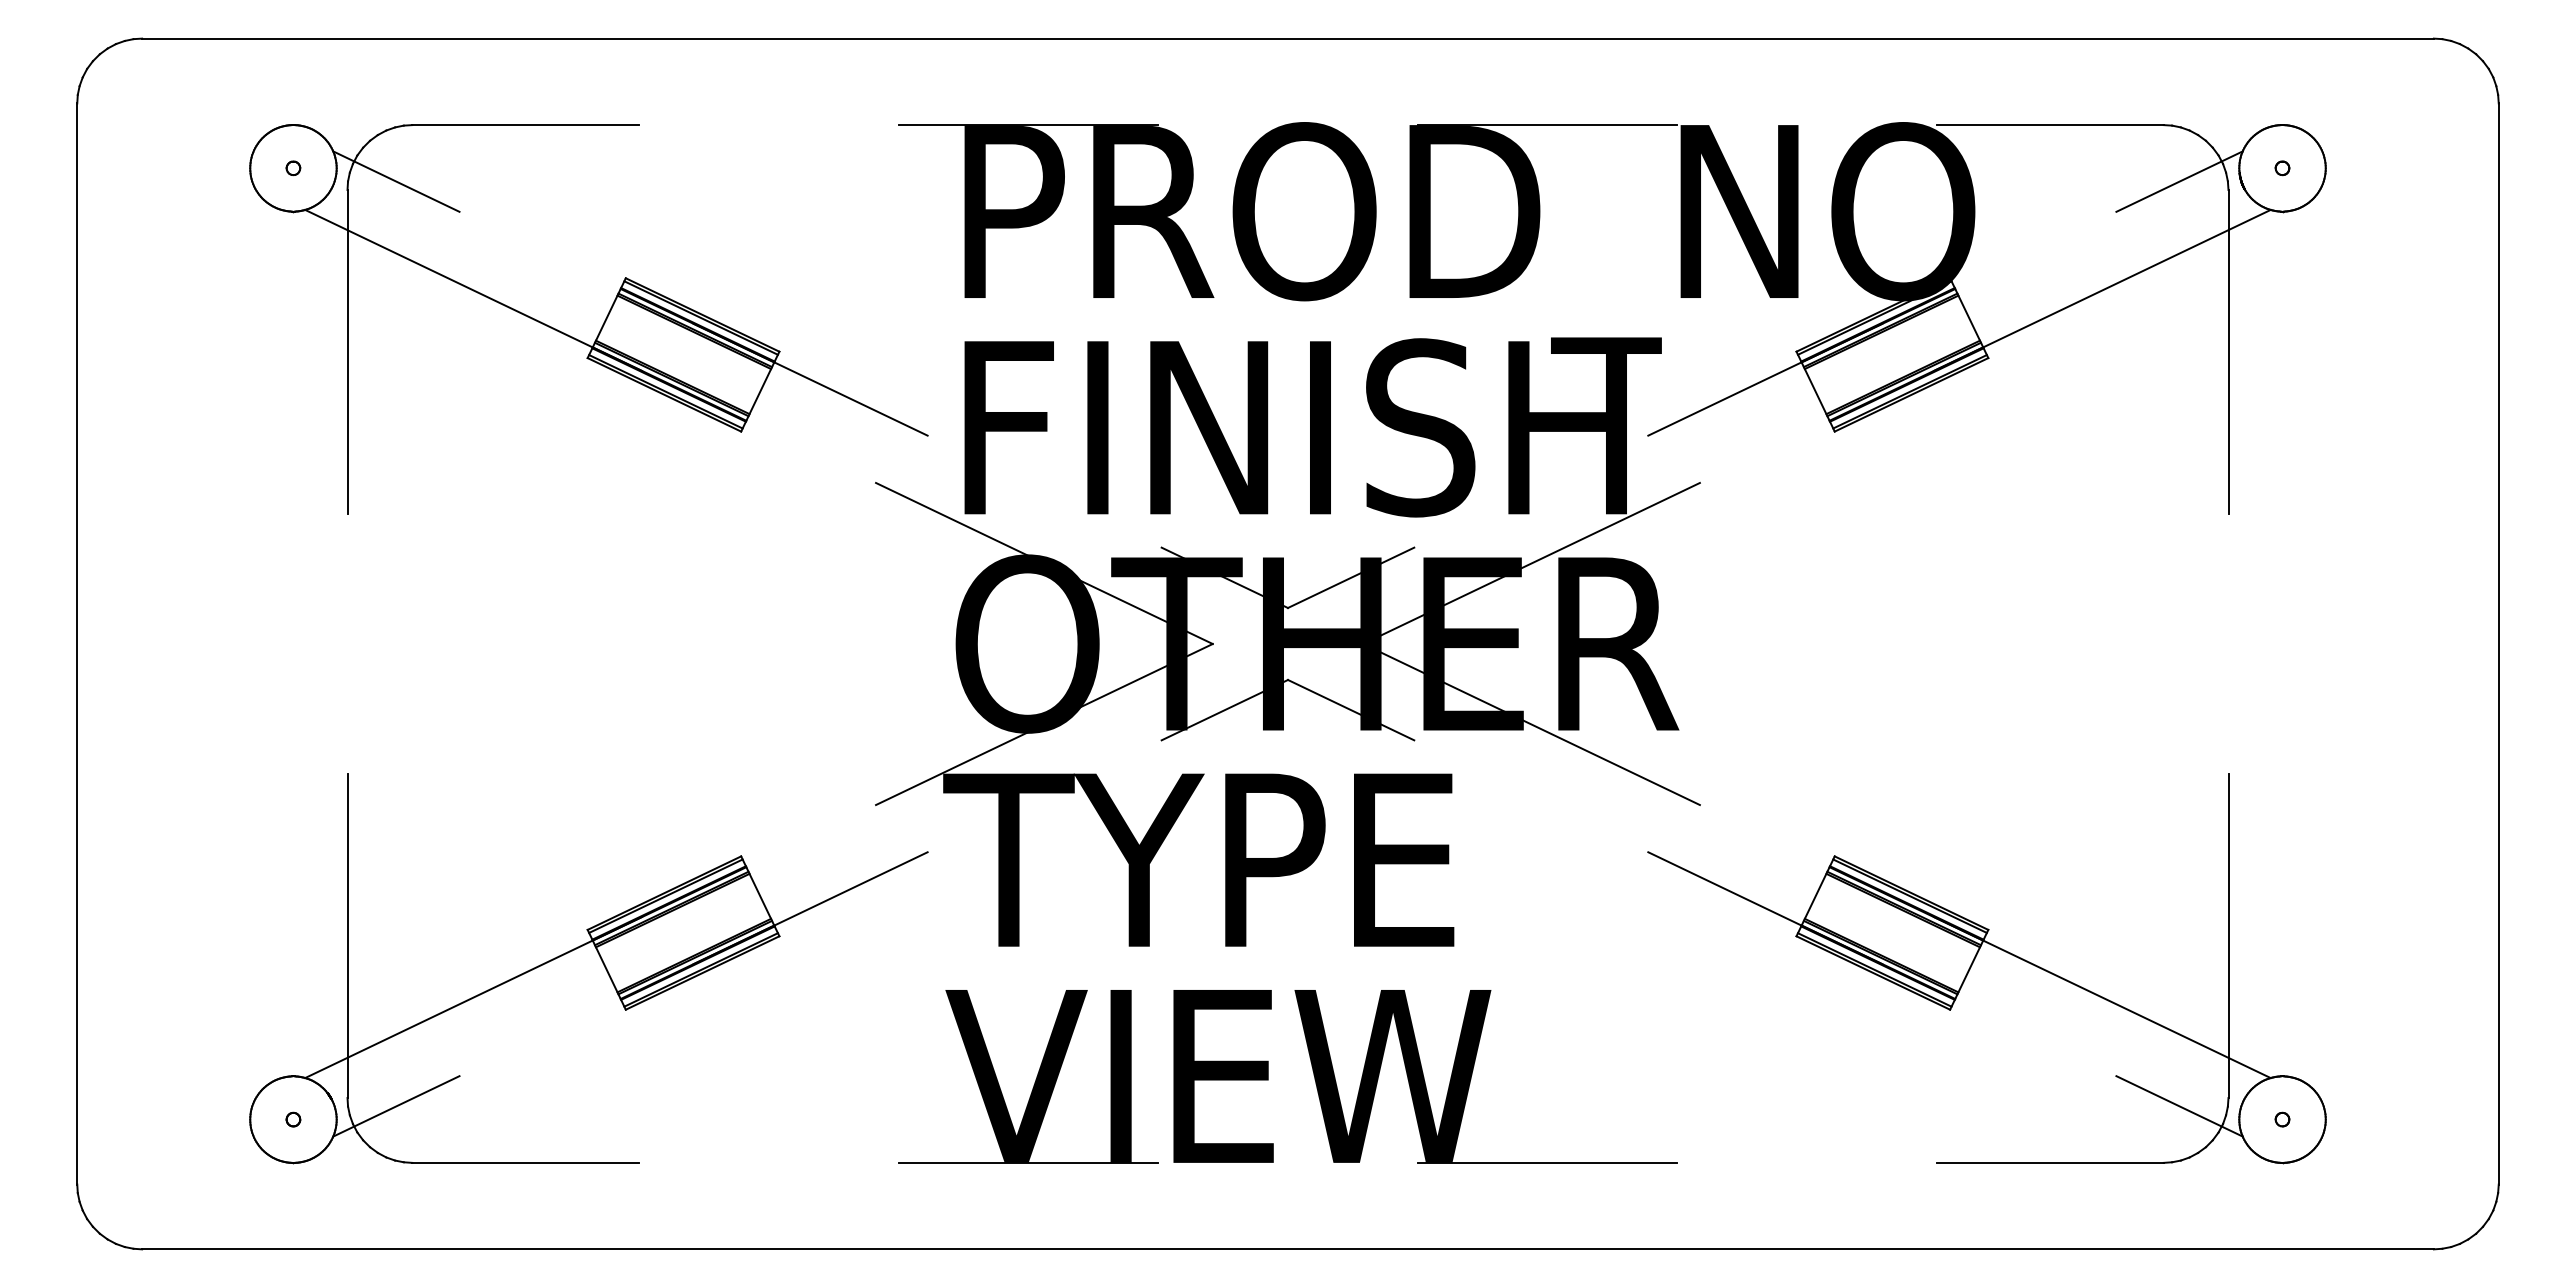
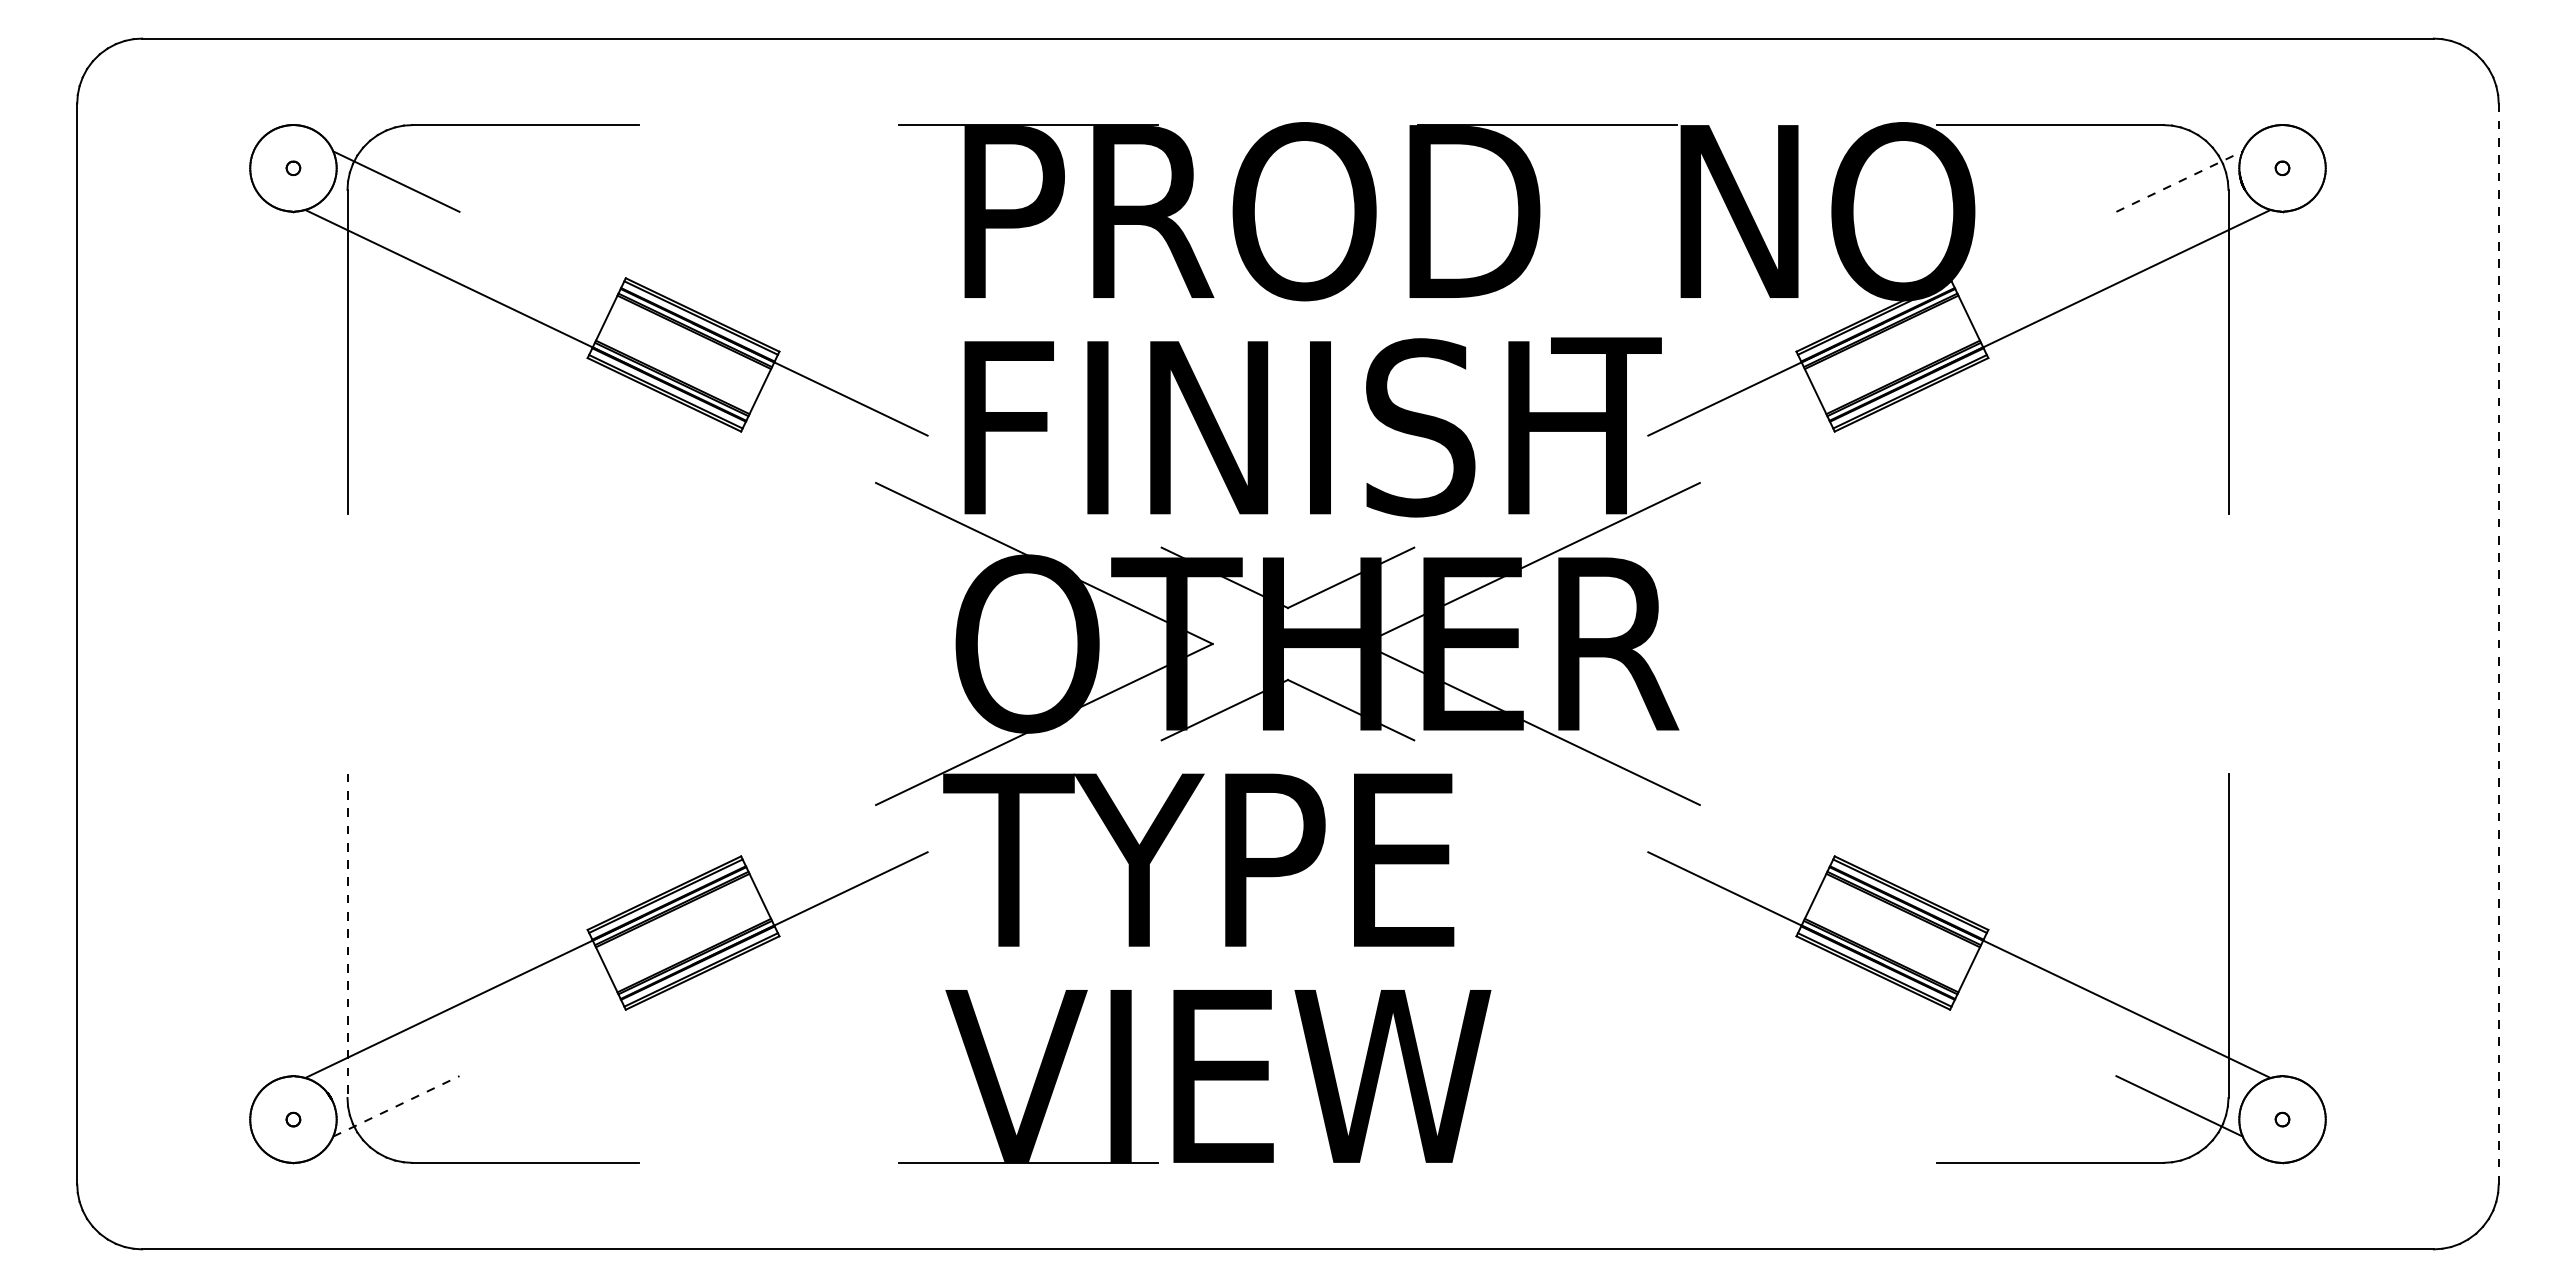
line at (2180, 181): solid -> dashed
line at (2498, 644): solid -> dashed
line at (347, 936): solid -> dashed
line at (396, 1106): solid -> dashed
line at (1547, 1162): present -> none
